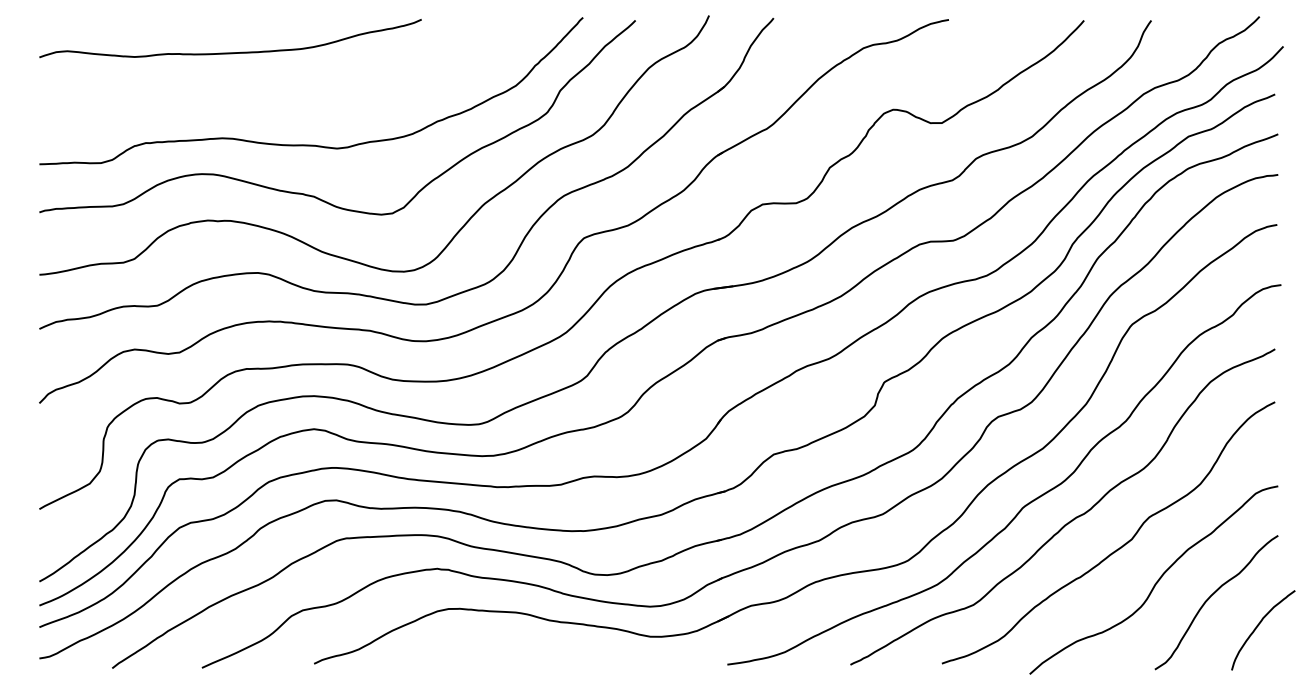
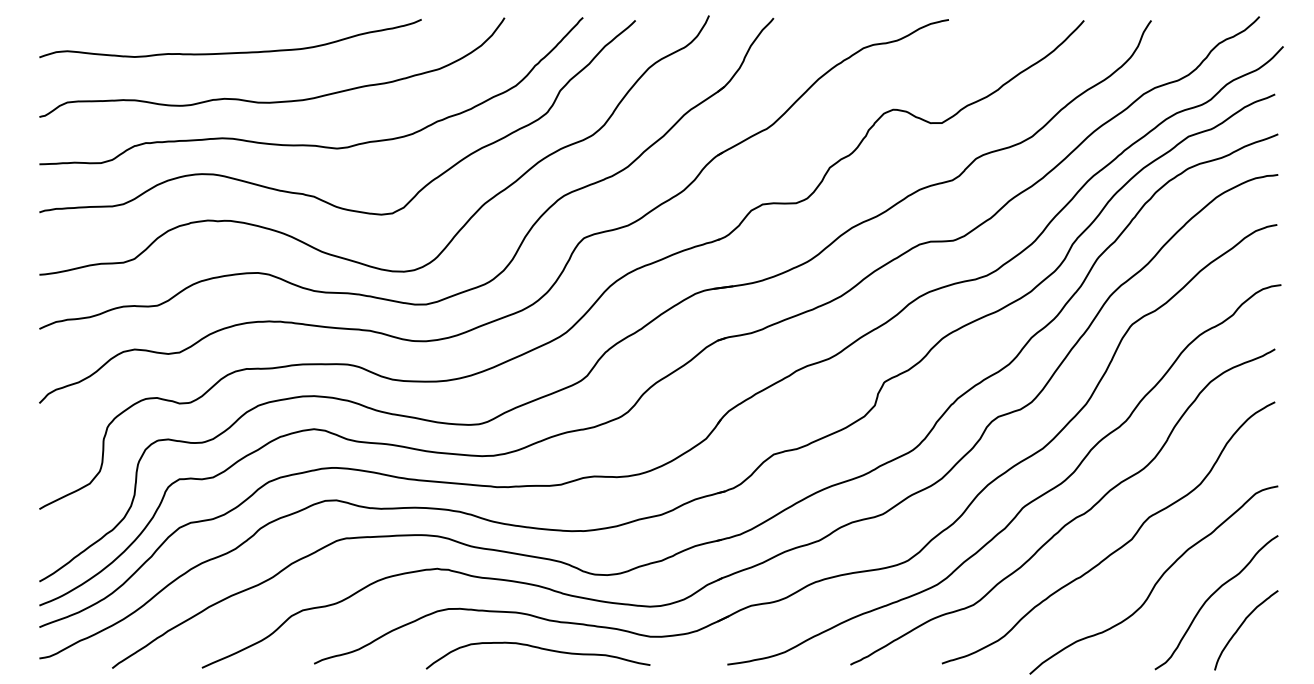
curve at (272, 101): none -> present
curve at (1259, 625) position: (1259, 625) -> (1242, 625)
curve at (540, 649): none -> present
